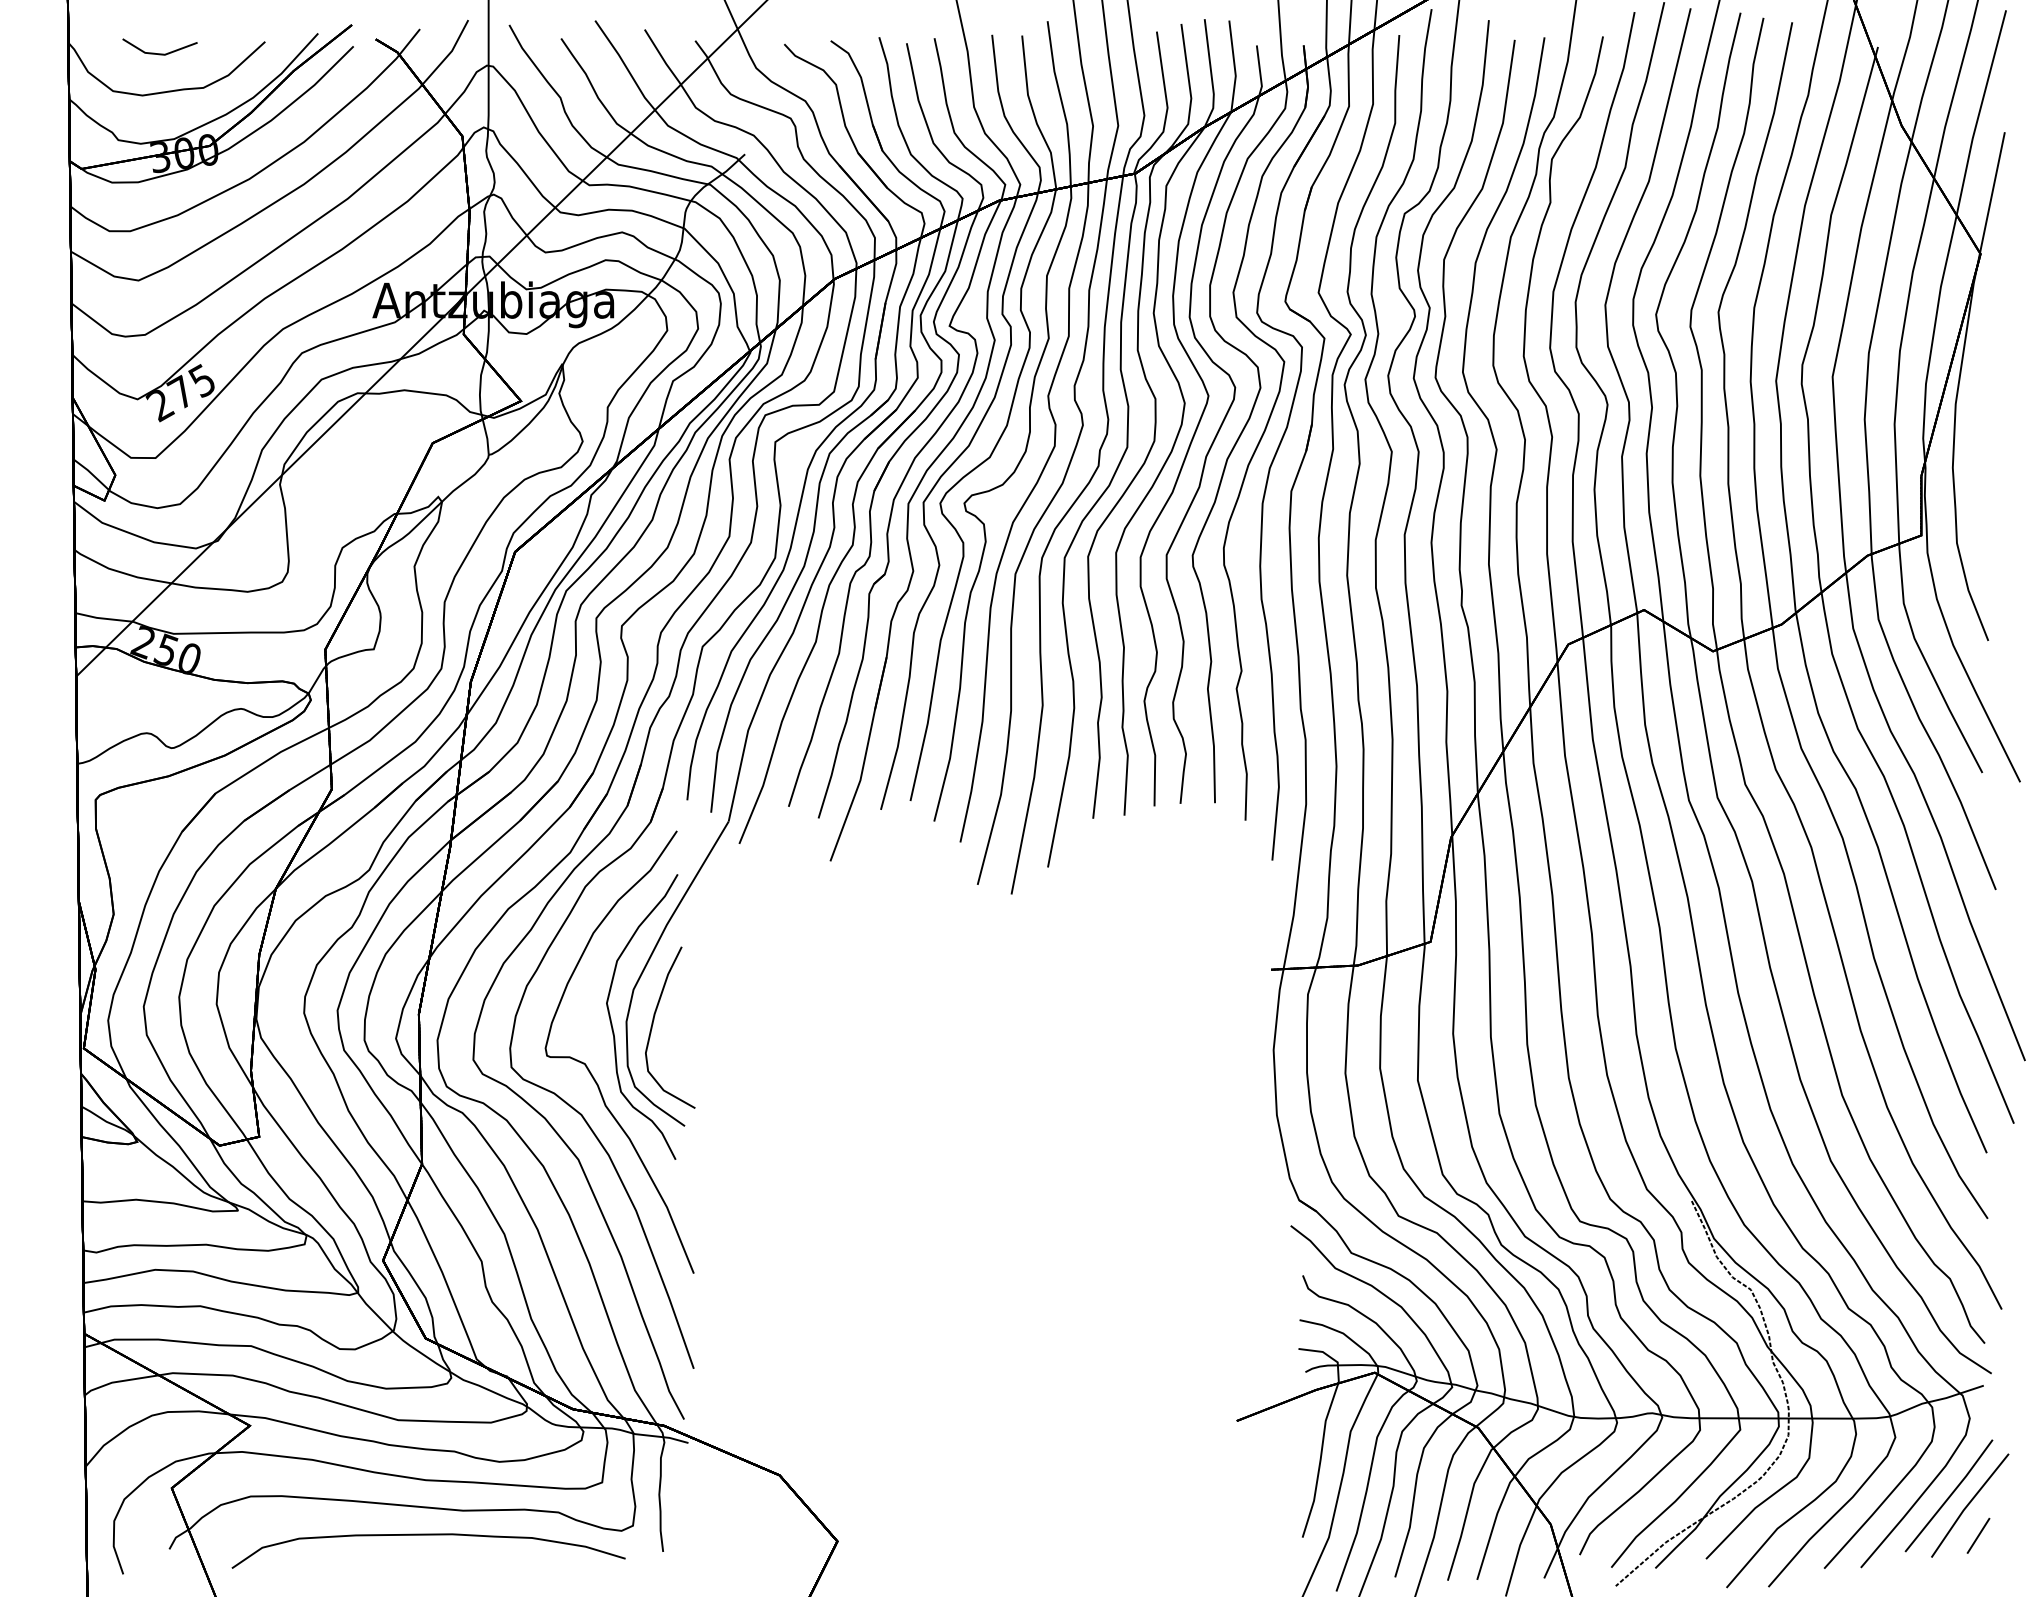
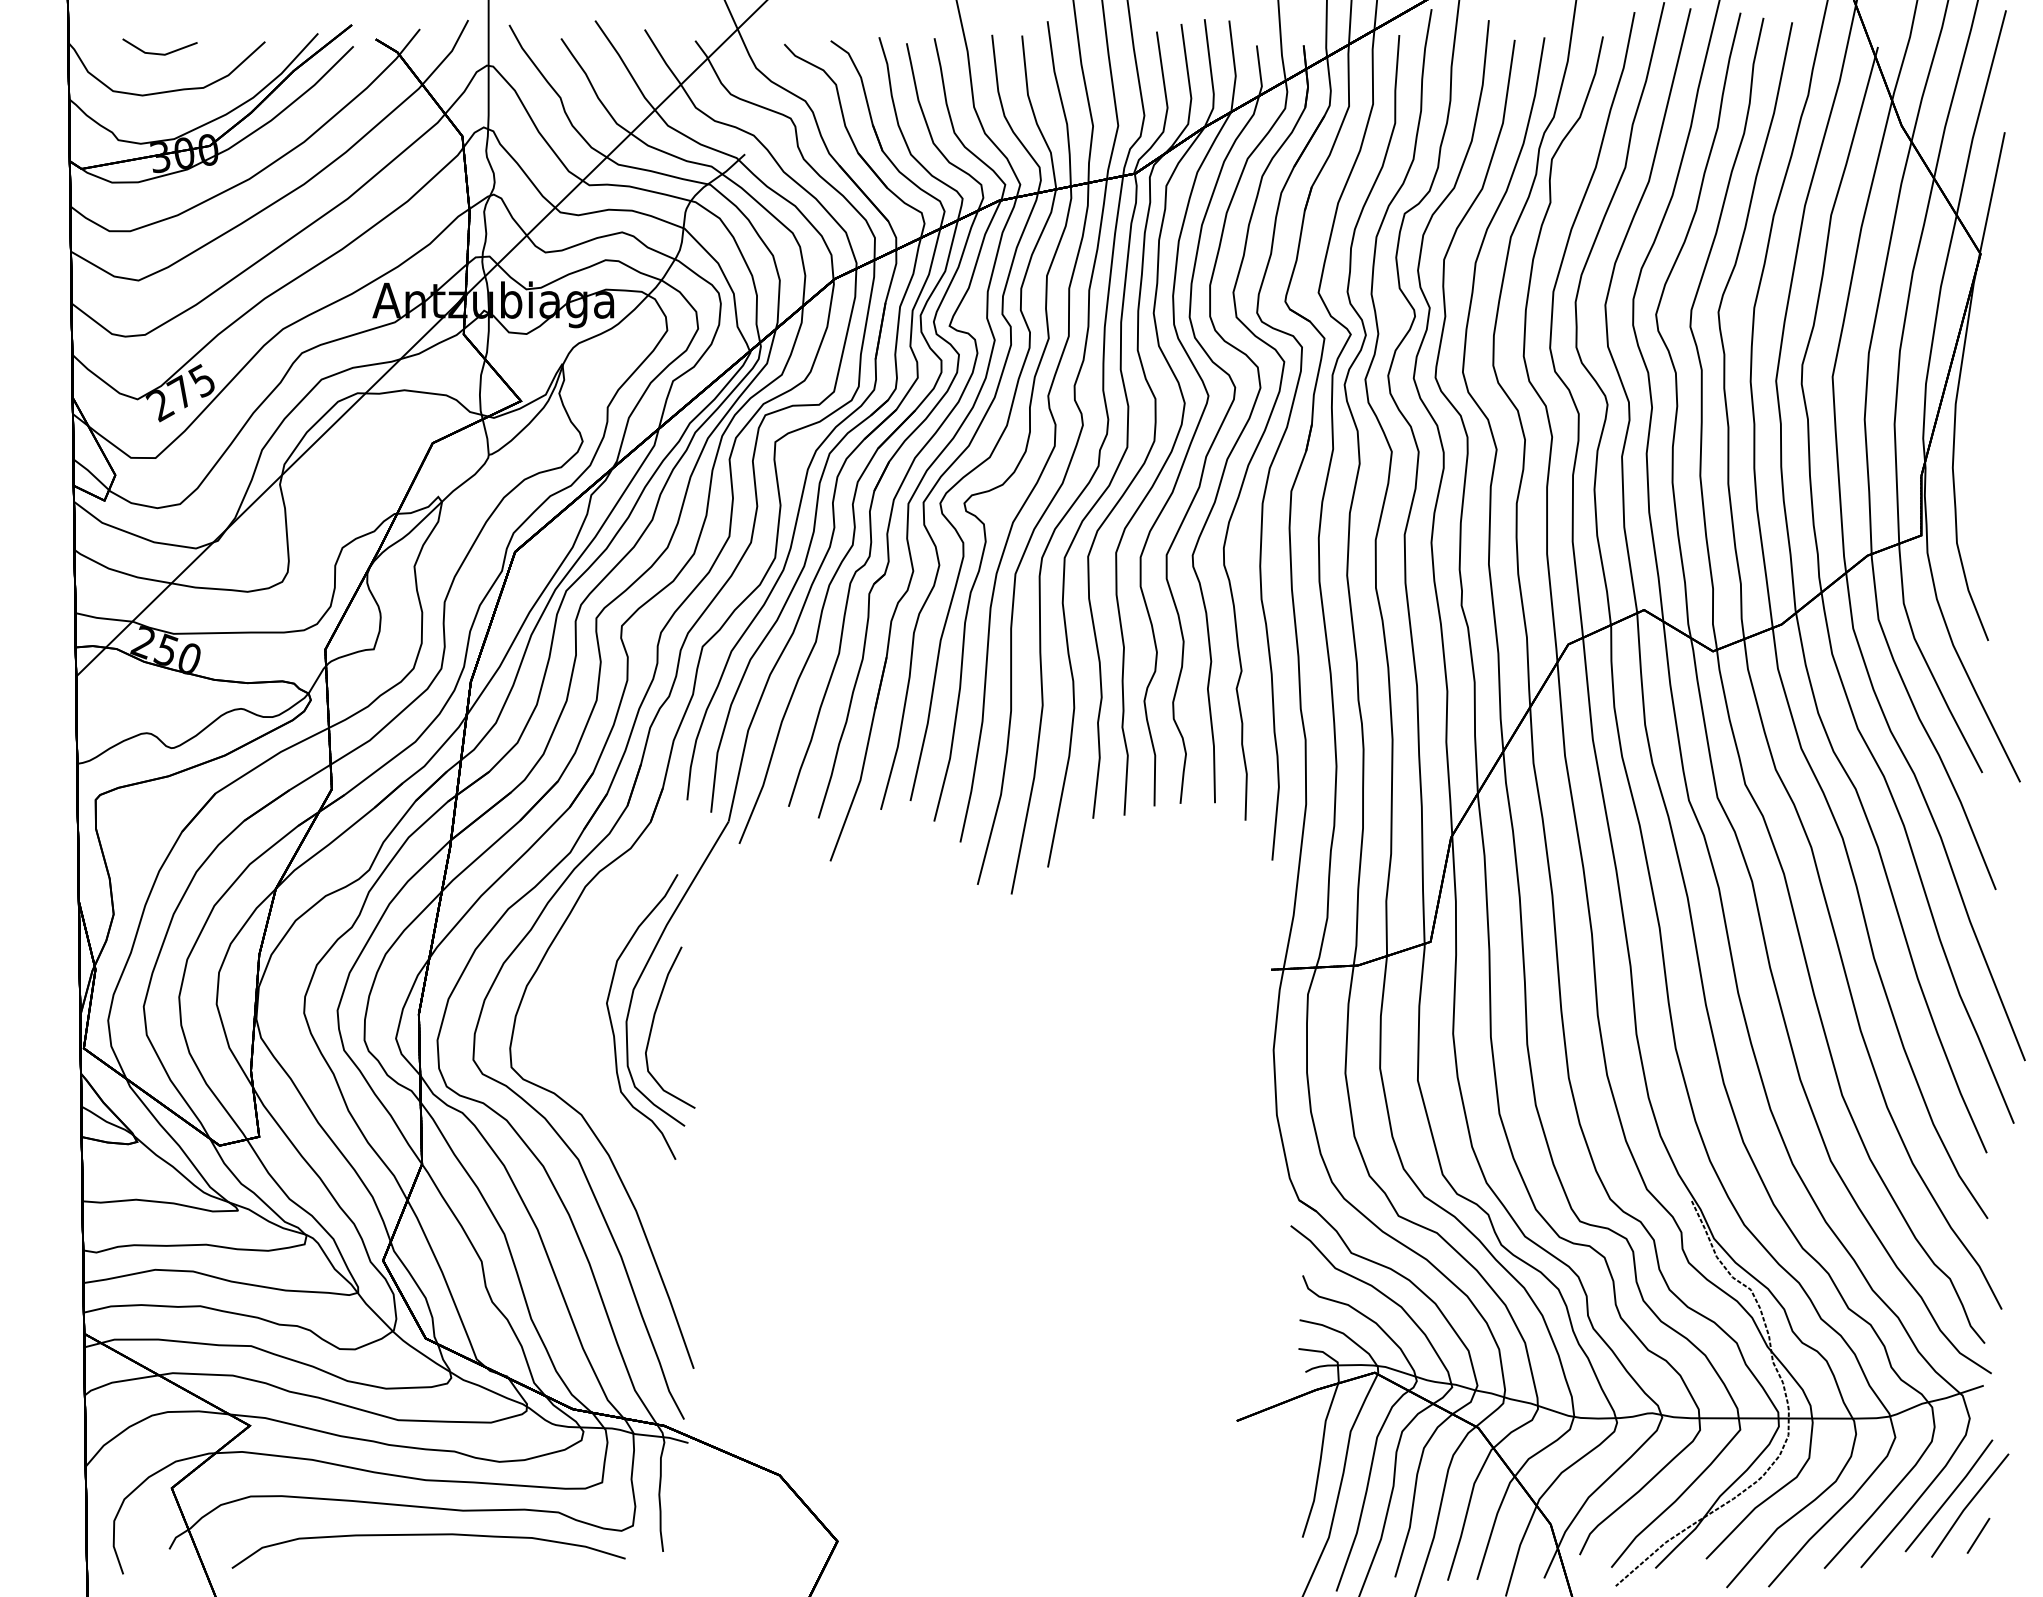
part at (588, 1067): present -> none
